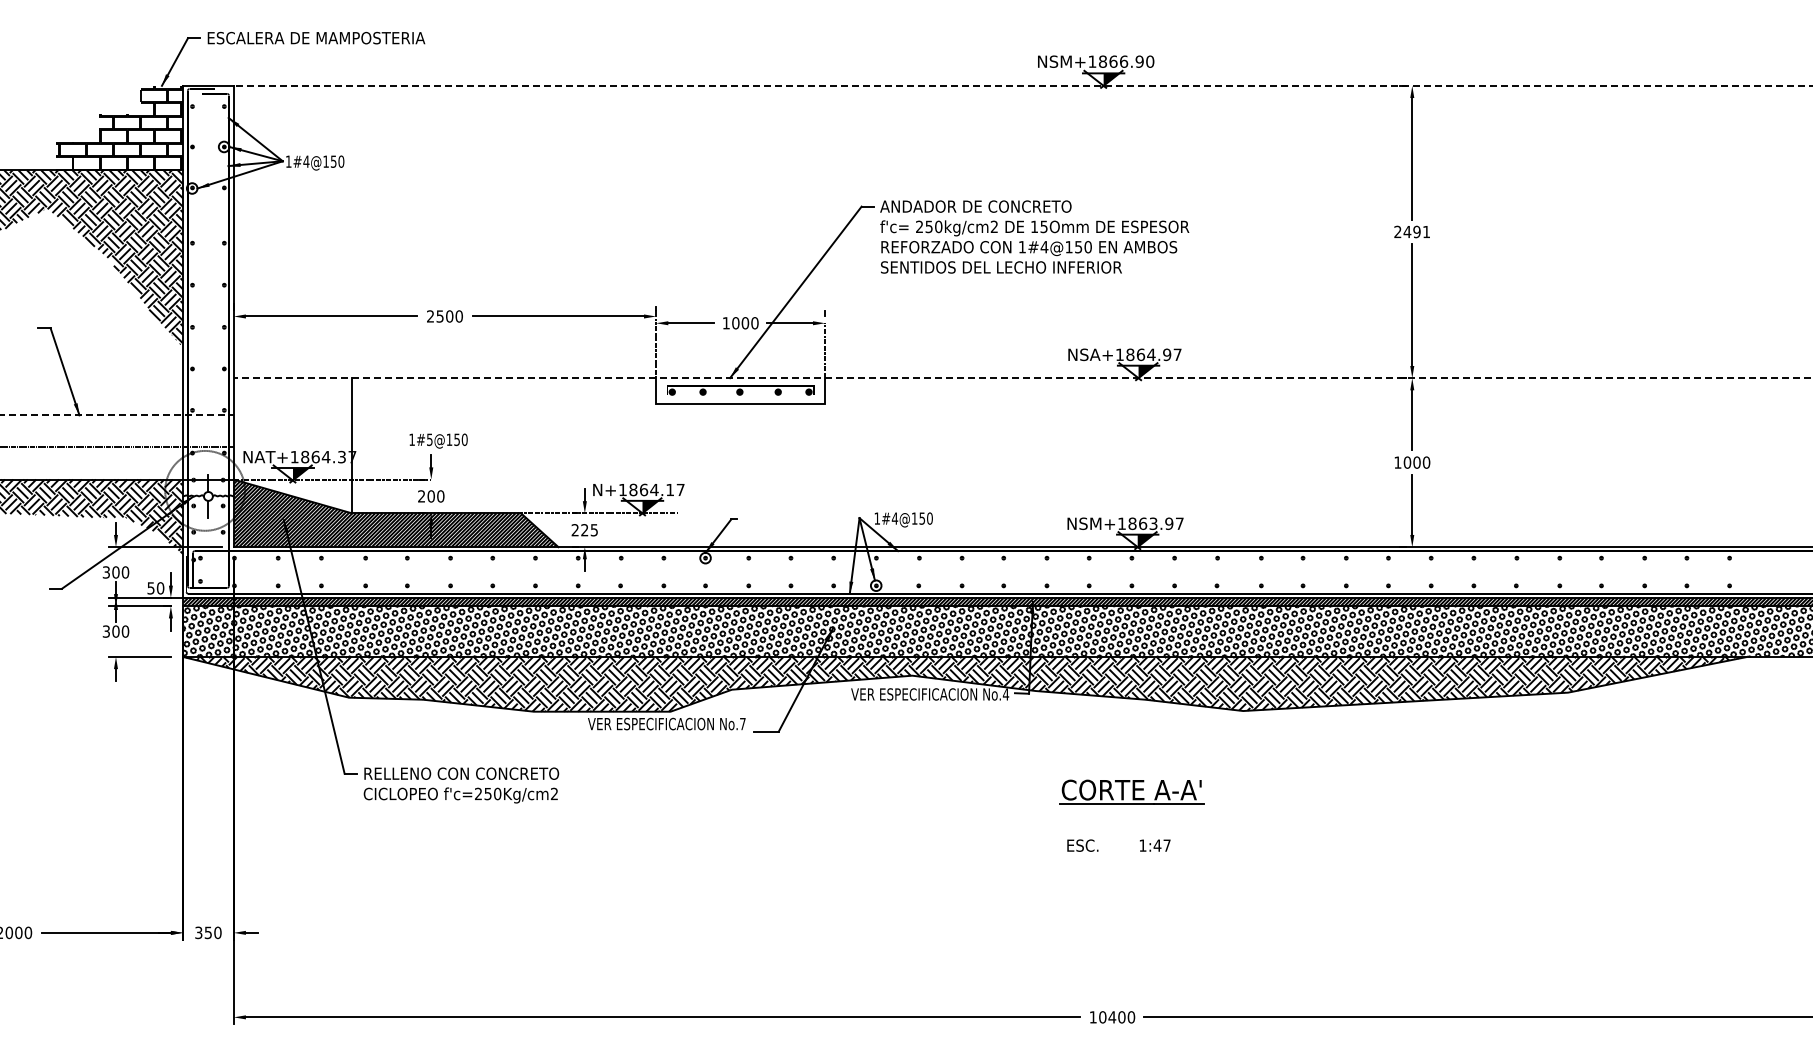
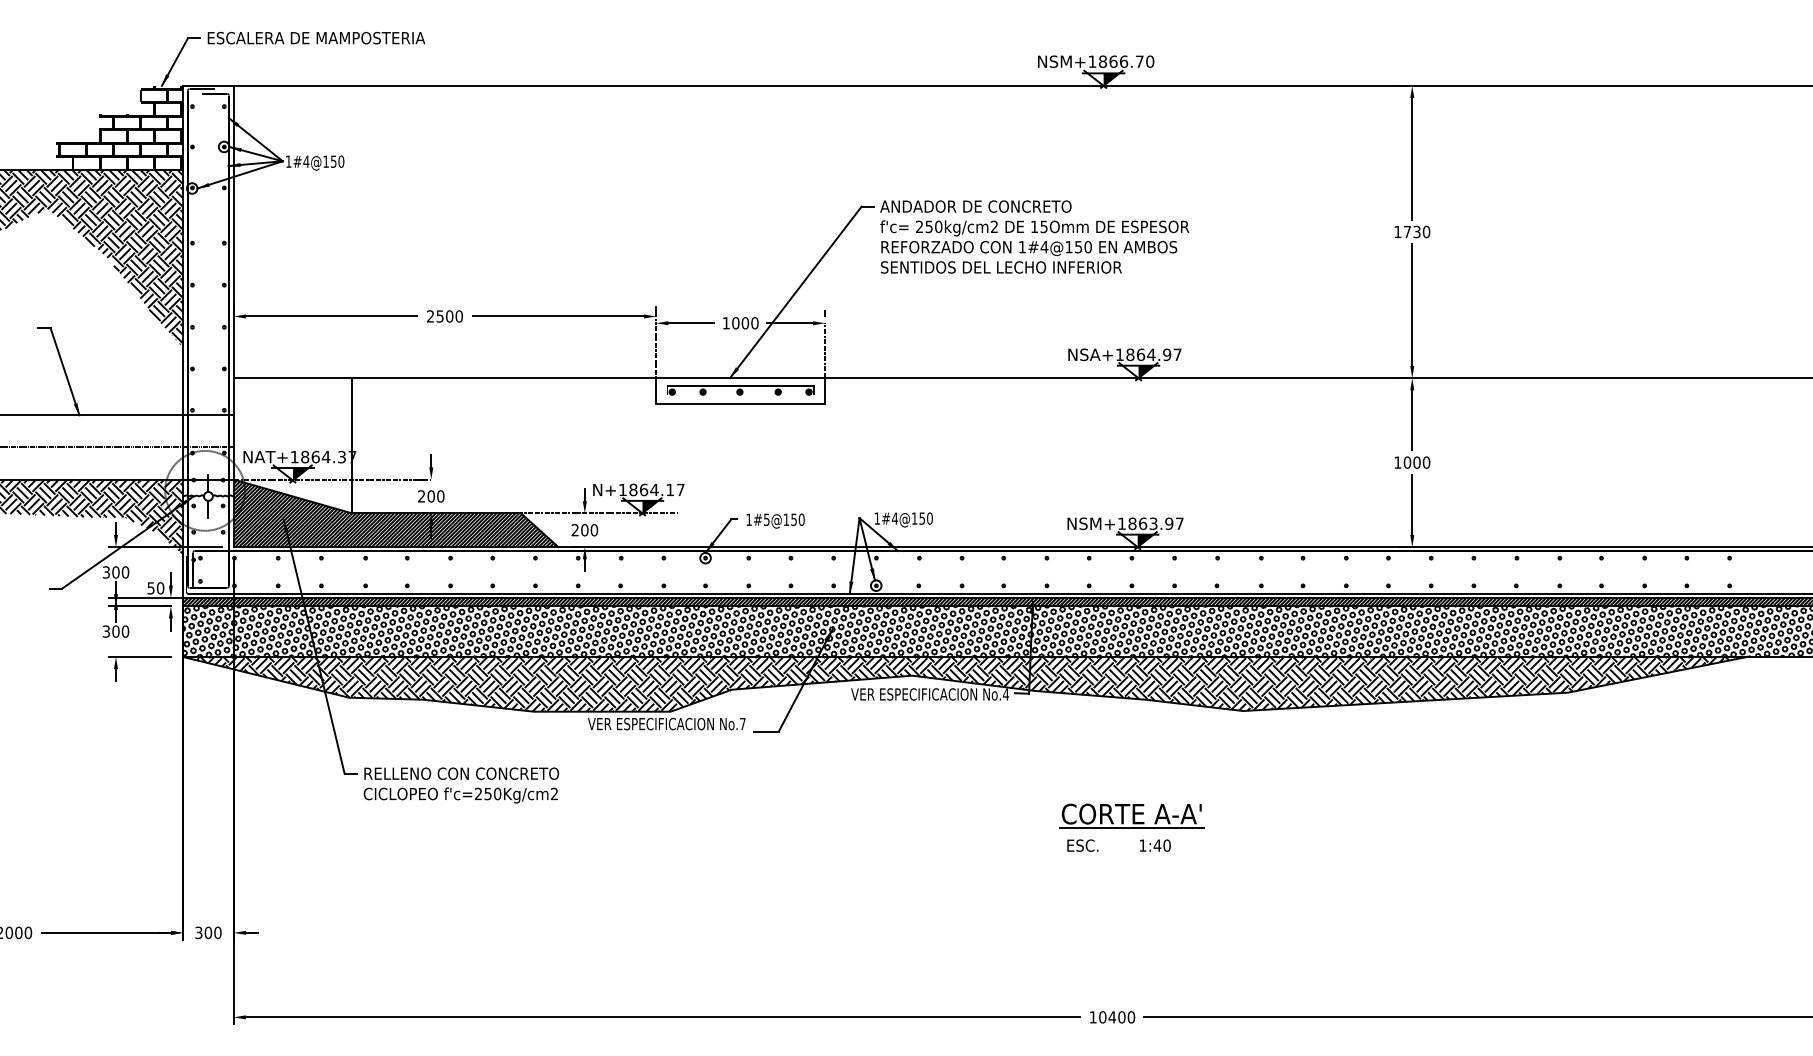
text at (1139, 61): NSM+1866.90 -> NSM+1866.70
line at (1022, 85): dashed -> solid
text at (1412, 231): 2491 -> 1730
line at (1022, 378): dashed -> solid
line at (116, 415): dashed -> solid
text at (438, 440) position: (438, 440) -> (775, 520)
text at (589, 530): 225 -> 200
part at (1131, 791) position: (1131, 791) -> (1131, 815)
text at (1166, 845): 1:47 -> 1:40
text at (208, 932): 350 -> 300
